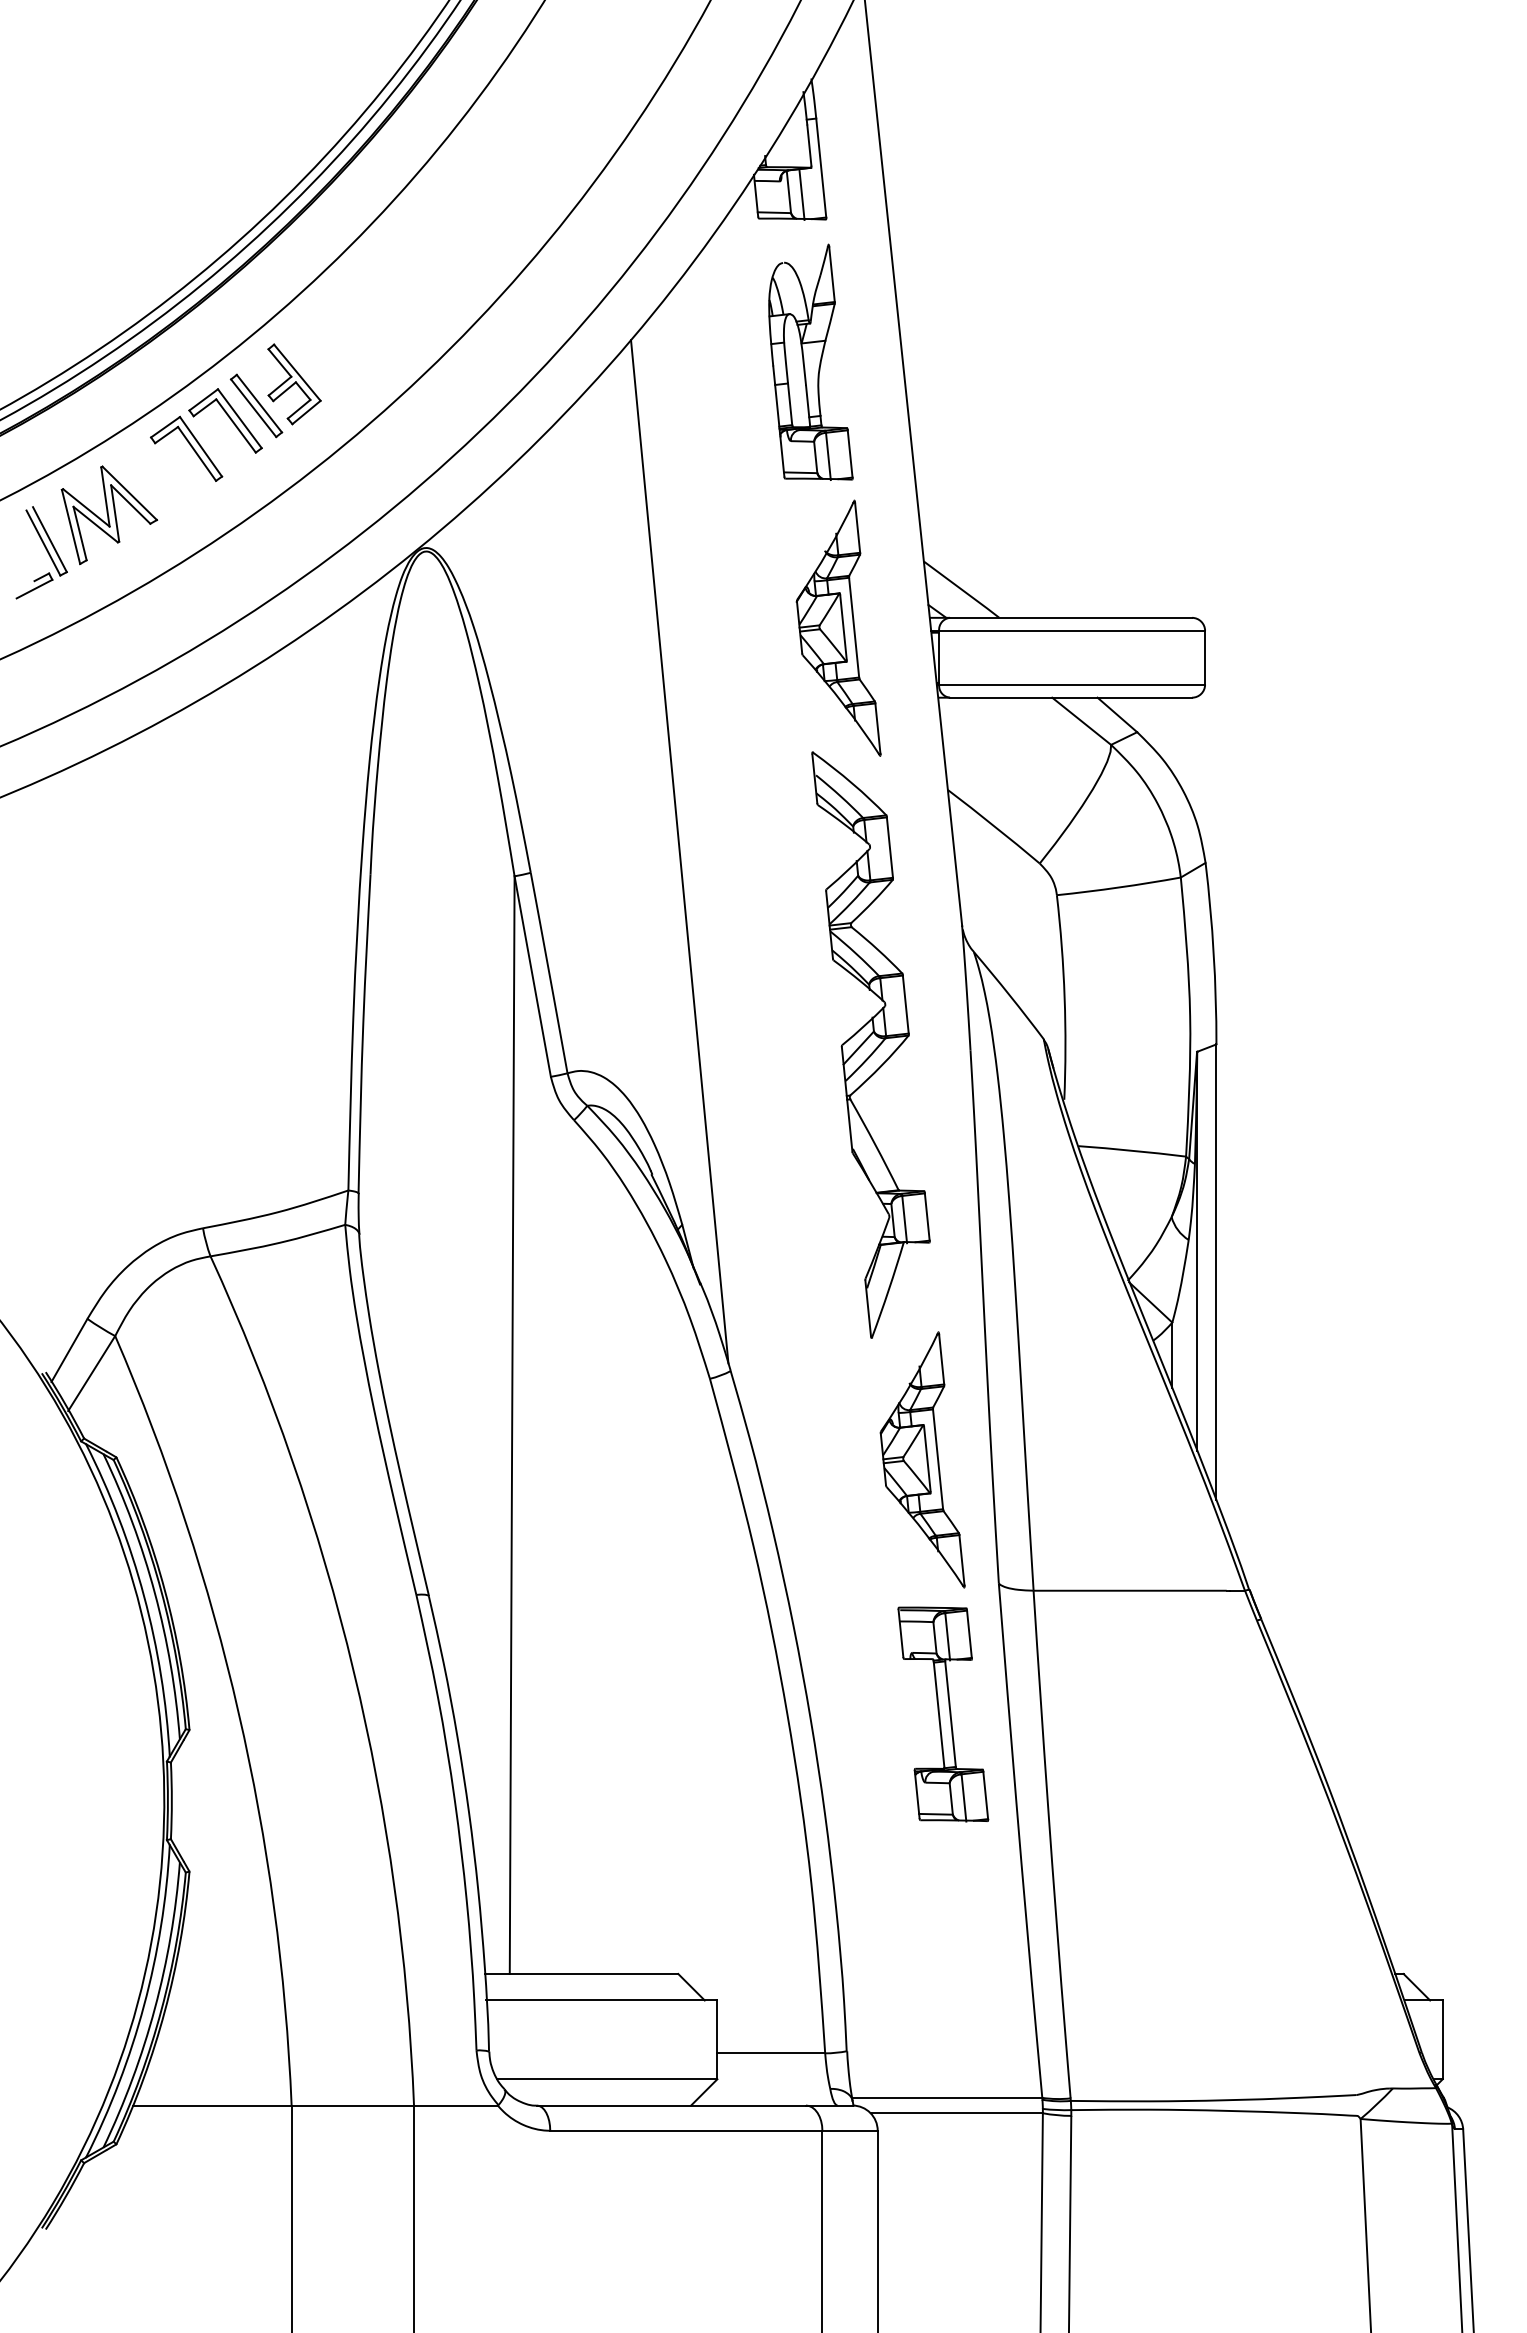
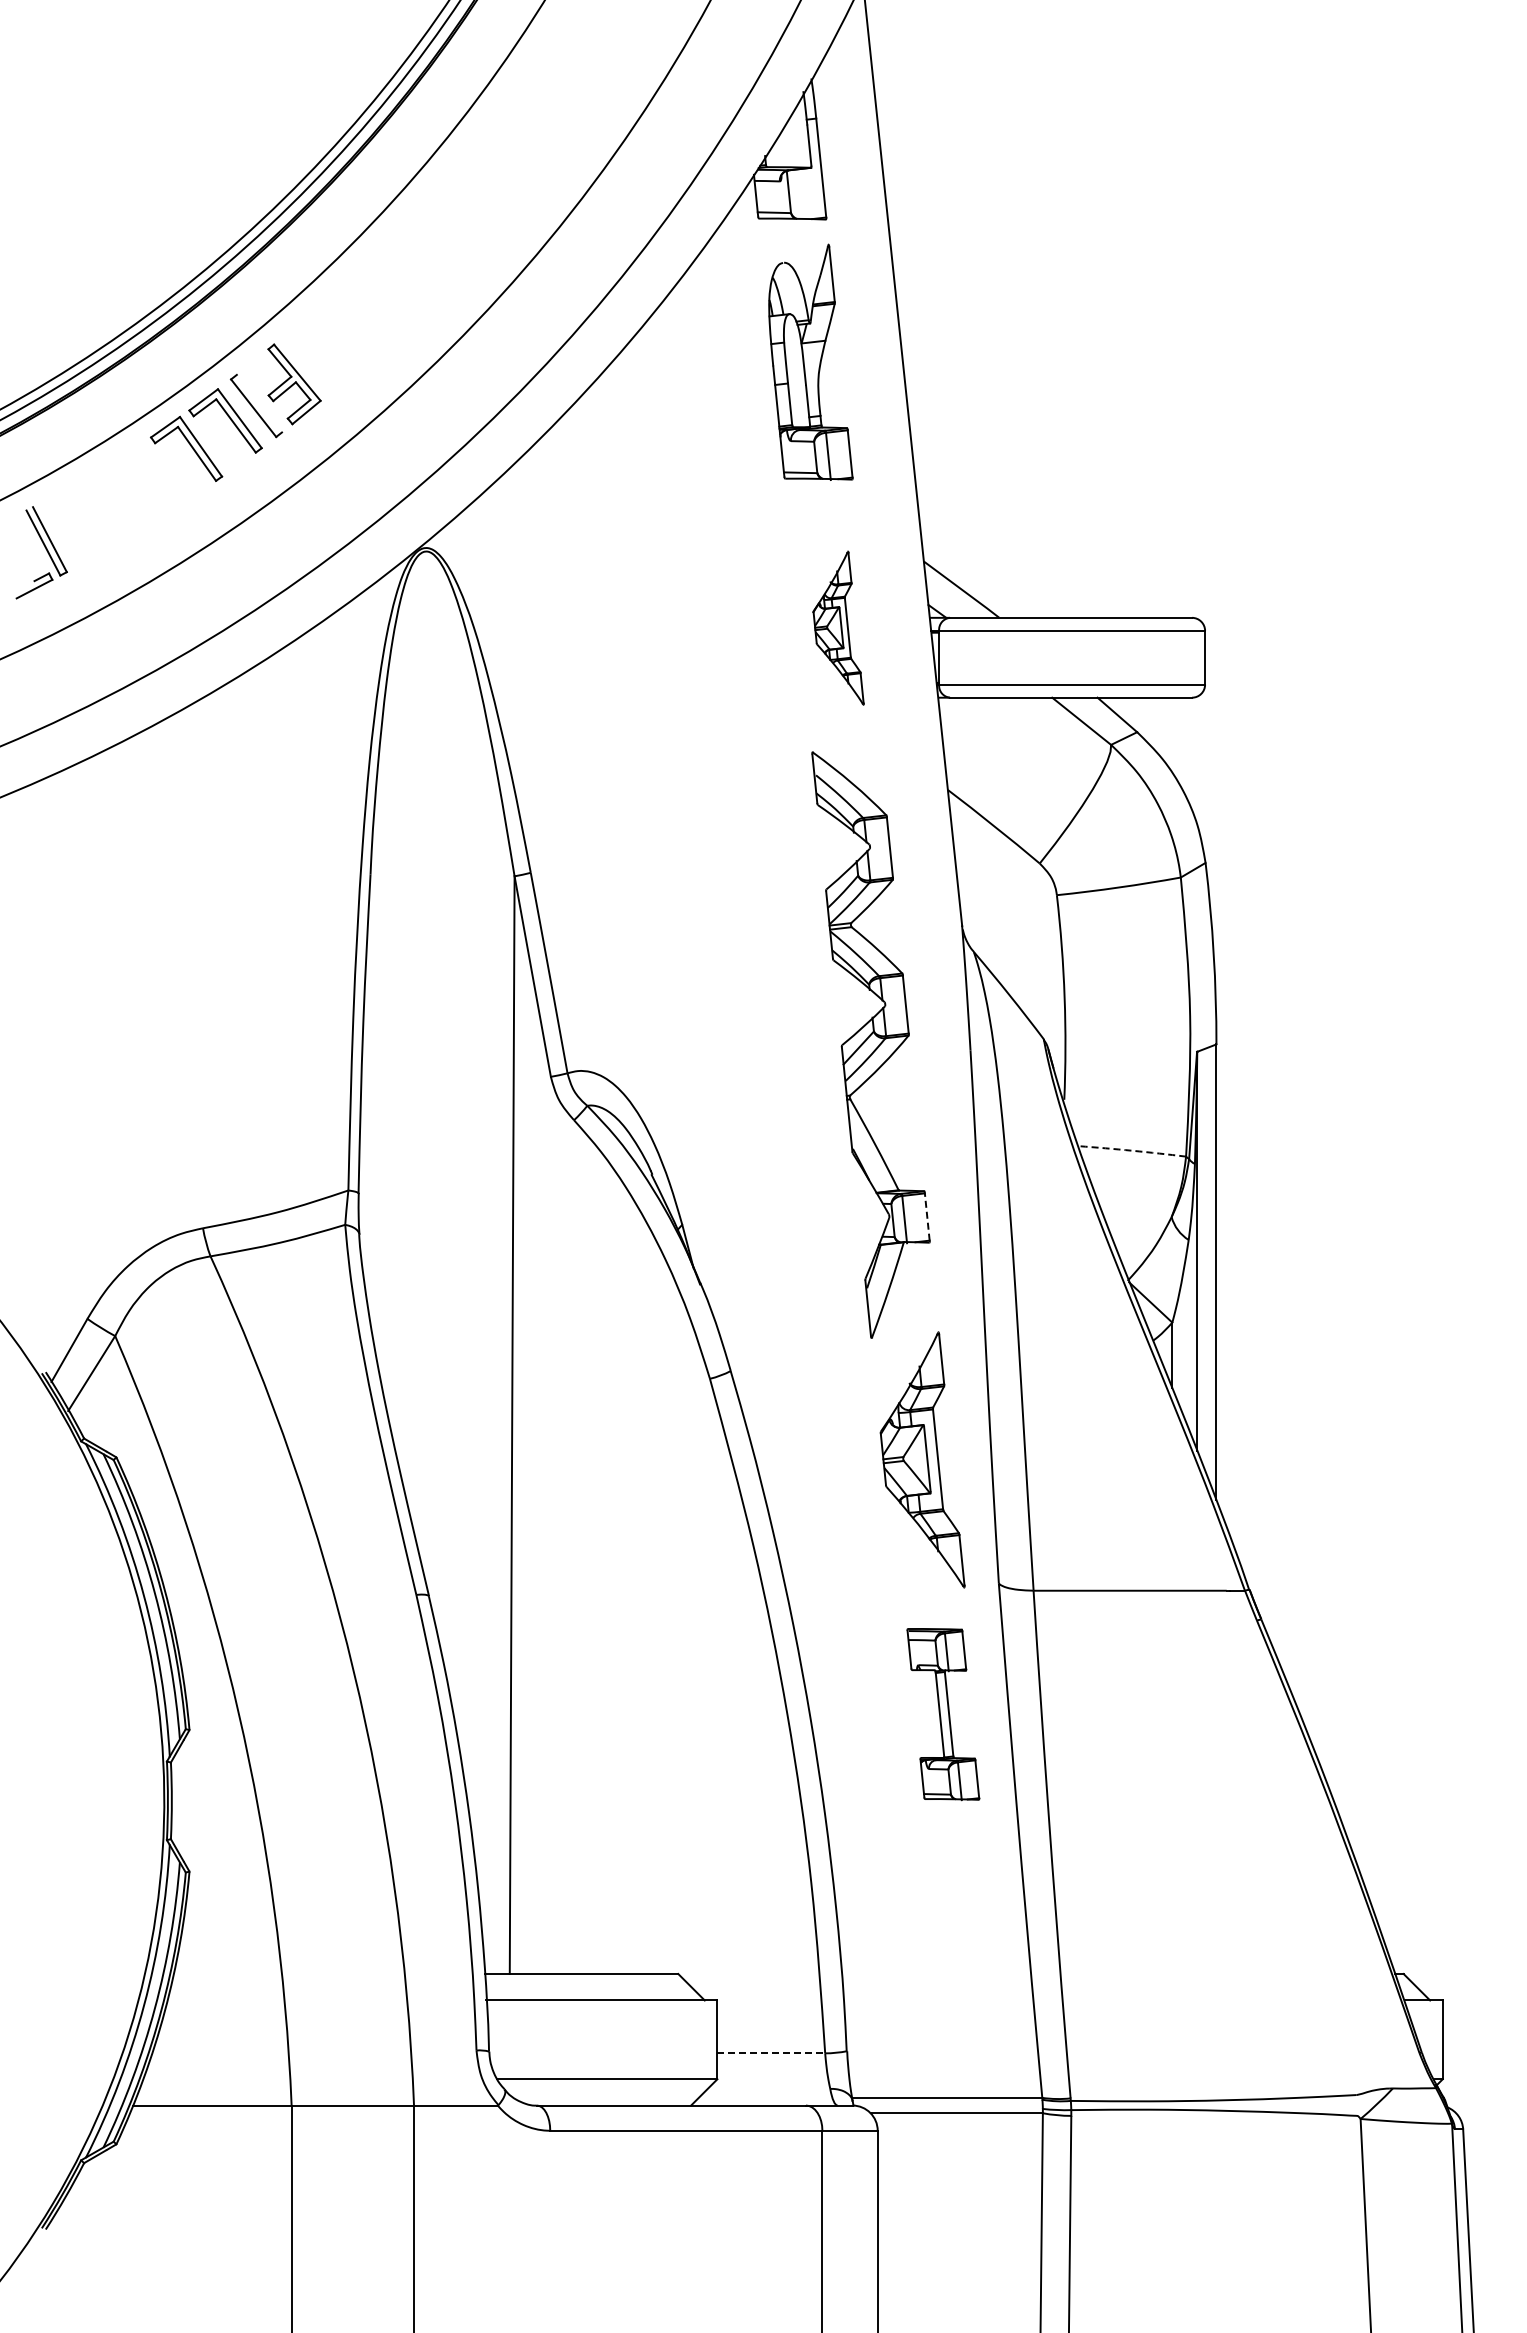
line at (801, 194): present -> none
line at (259, 403): present -> none
part at (109, 515): present -> none
part at (838, 627) size: 87x258 px -> 53x156 px
line at (679, 851): present -> none
arc at (1132, 1150): solid -> dashed
line at (927, 1217): solid -> dashed
part at (943, 1714) size: 93x217 px -> 75x174 px
line at (771, 2053): solid -> dashed
